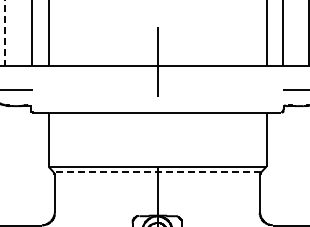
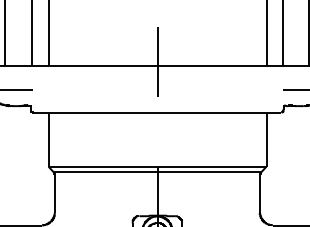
line at (5, 33): dashed -> solid
line at (157, 172): dashed -> solid
